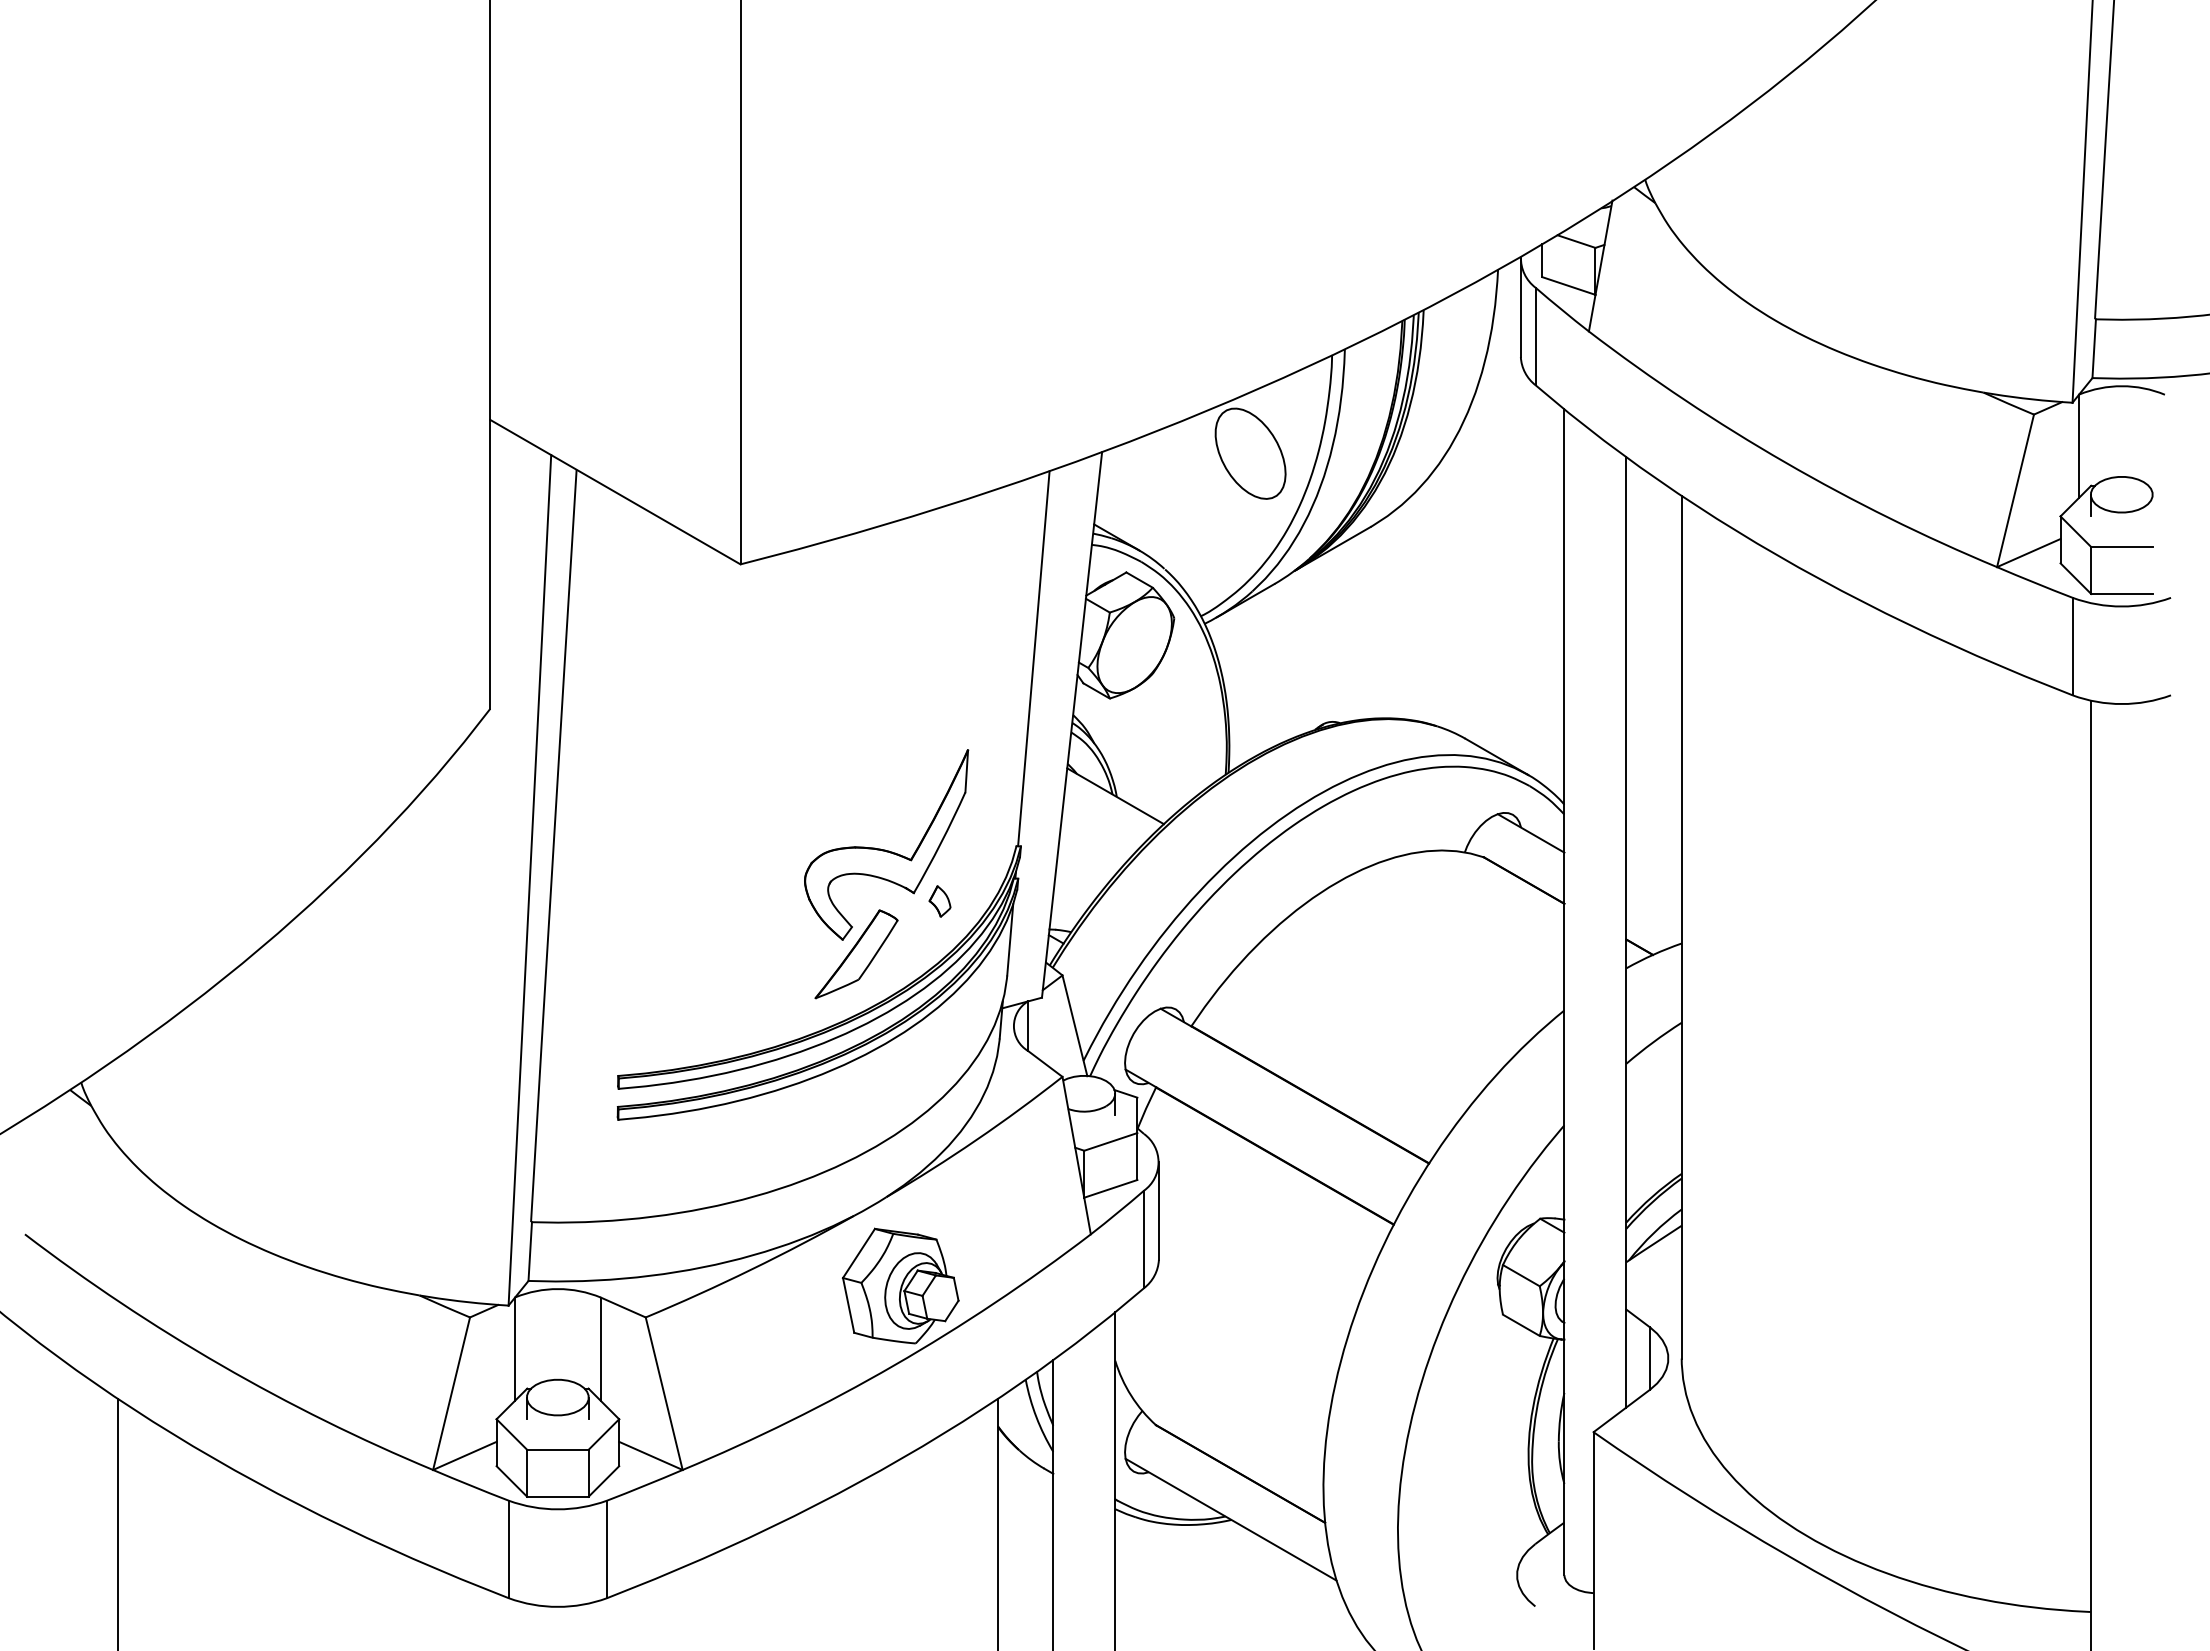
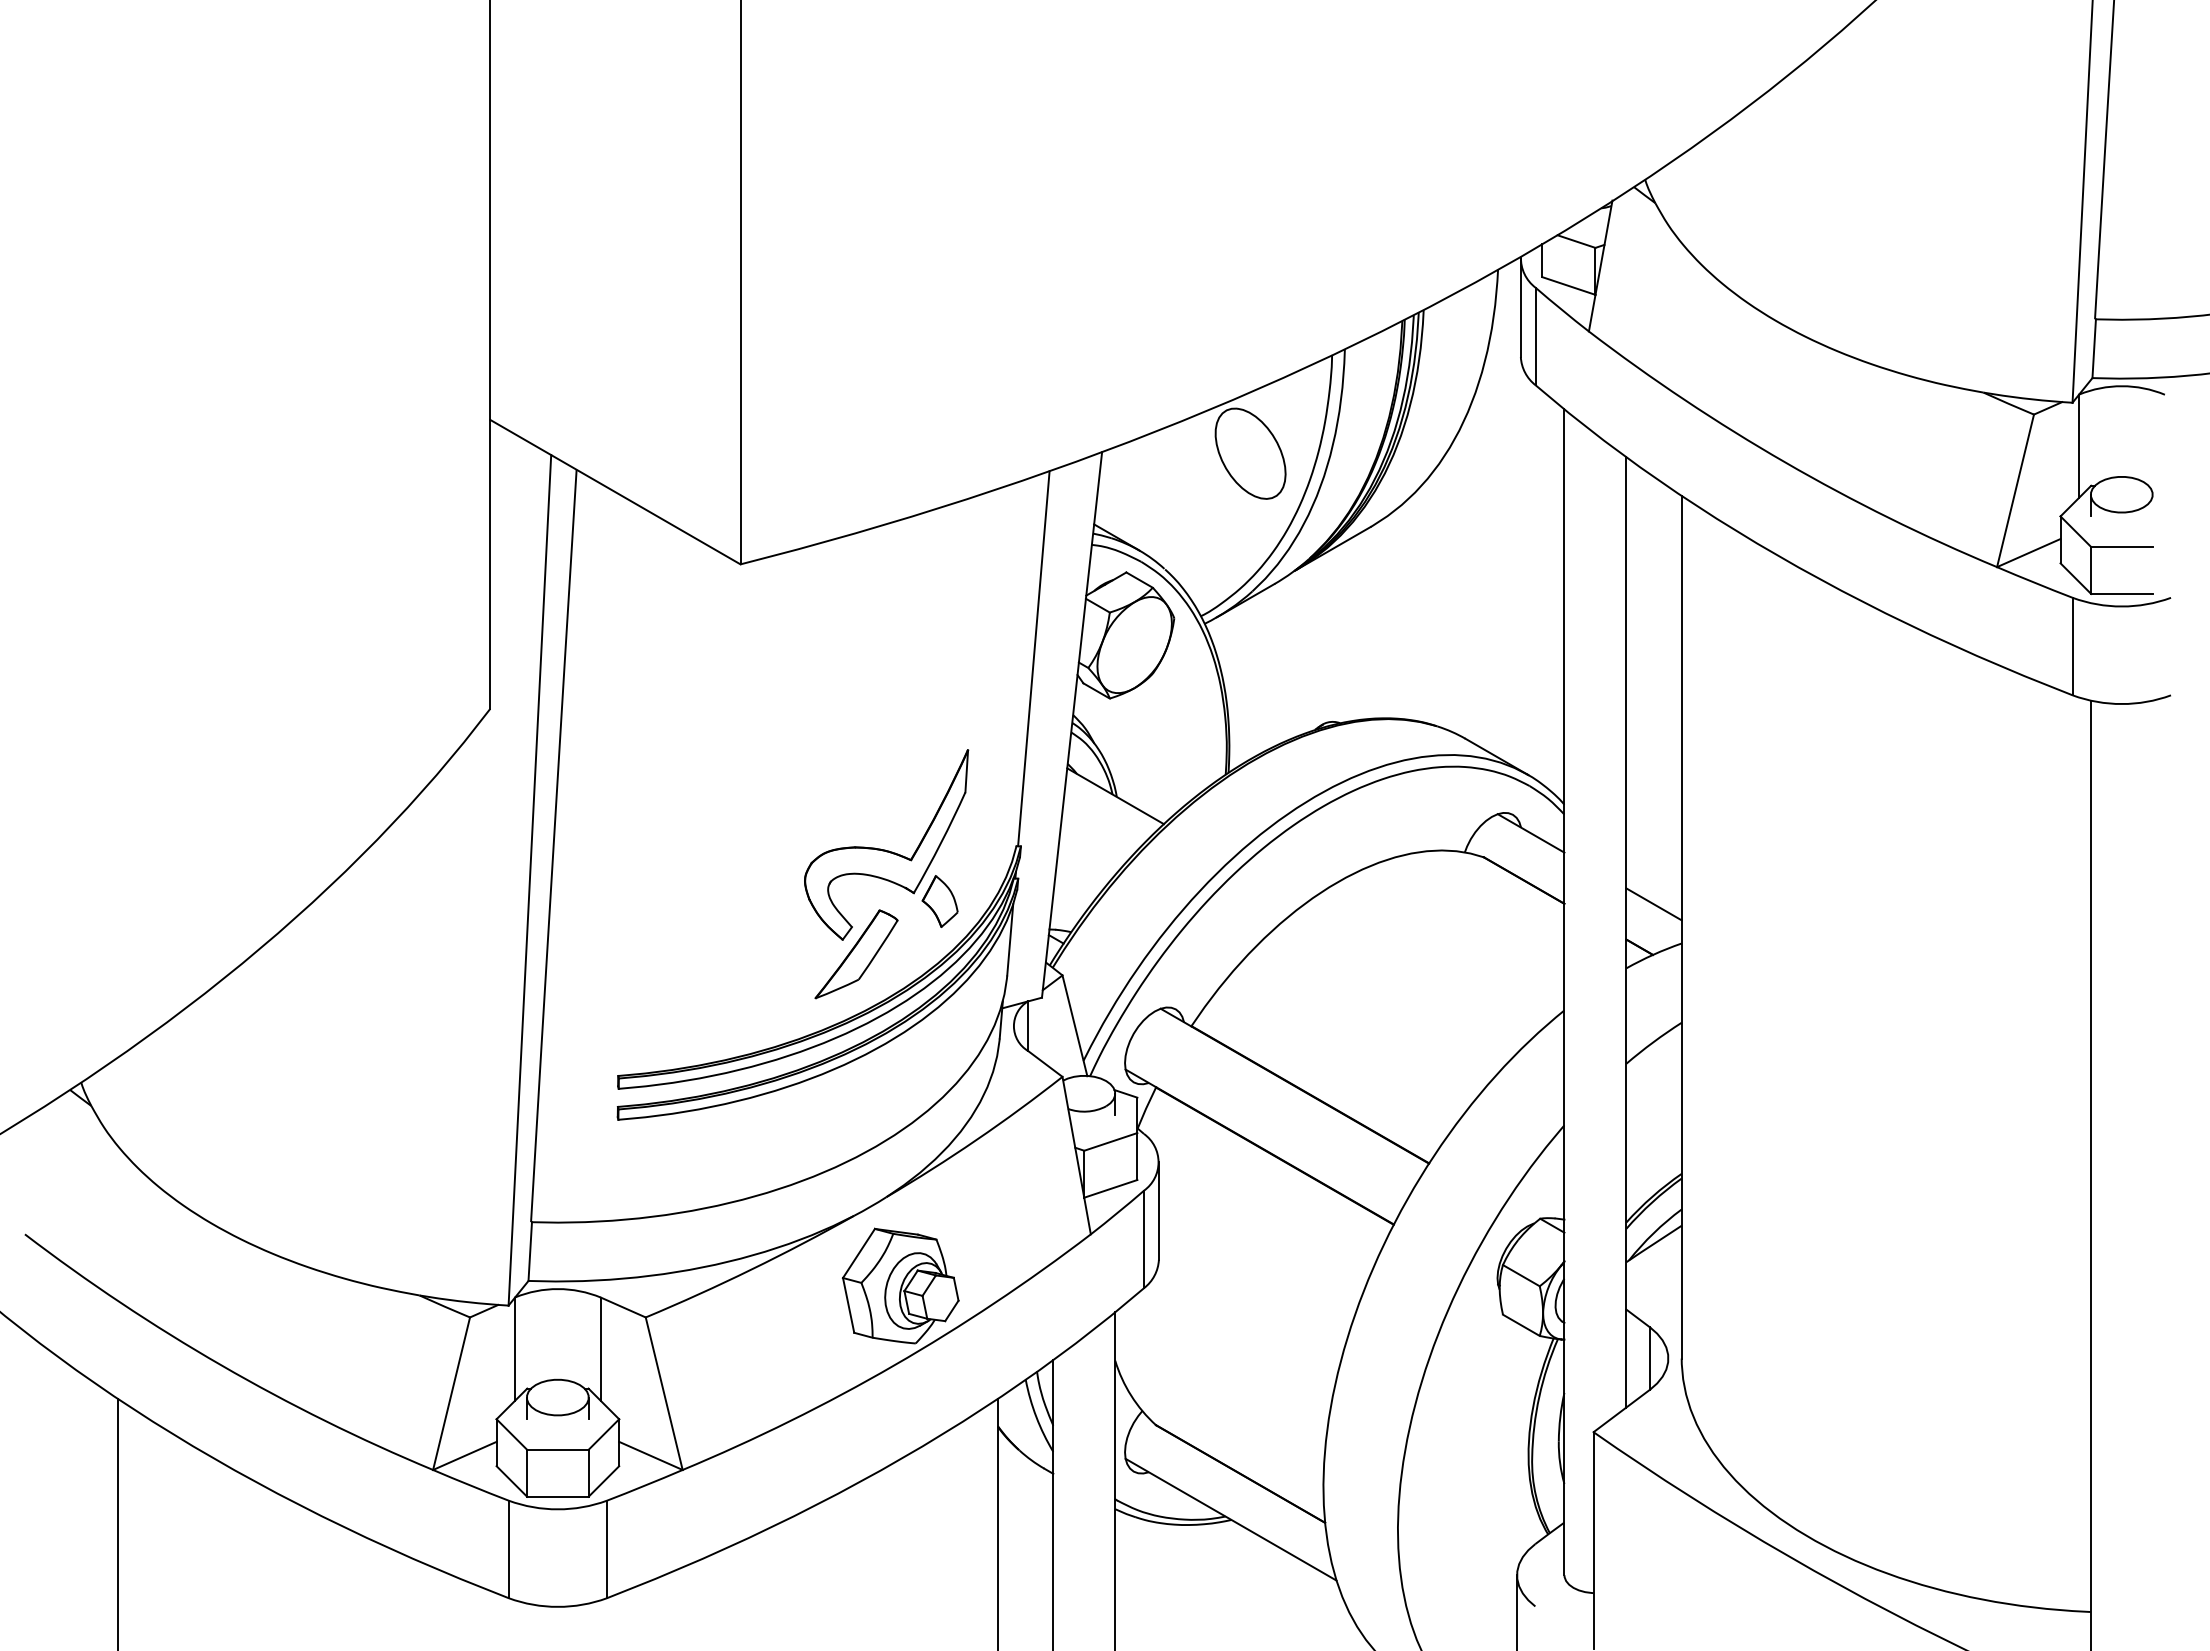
part at (939, 901) size: 24x33 px -> 38x53 px
line at (1653, 904): none -> present
line at (1517, 1611): none -> present
